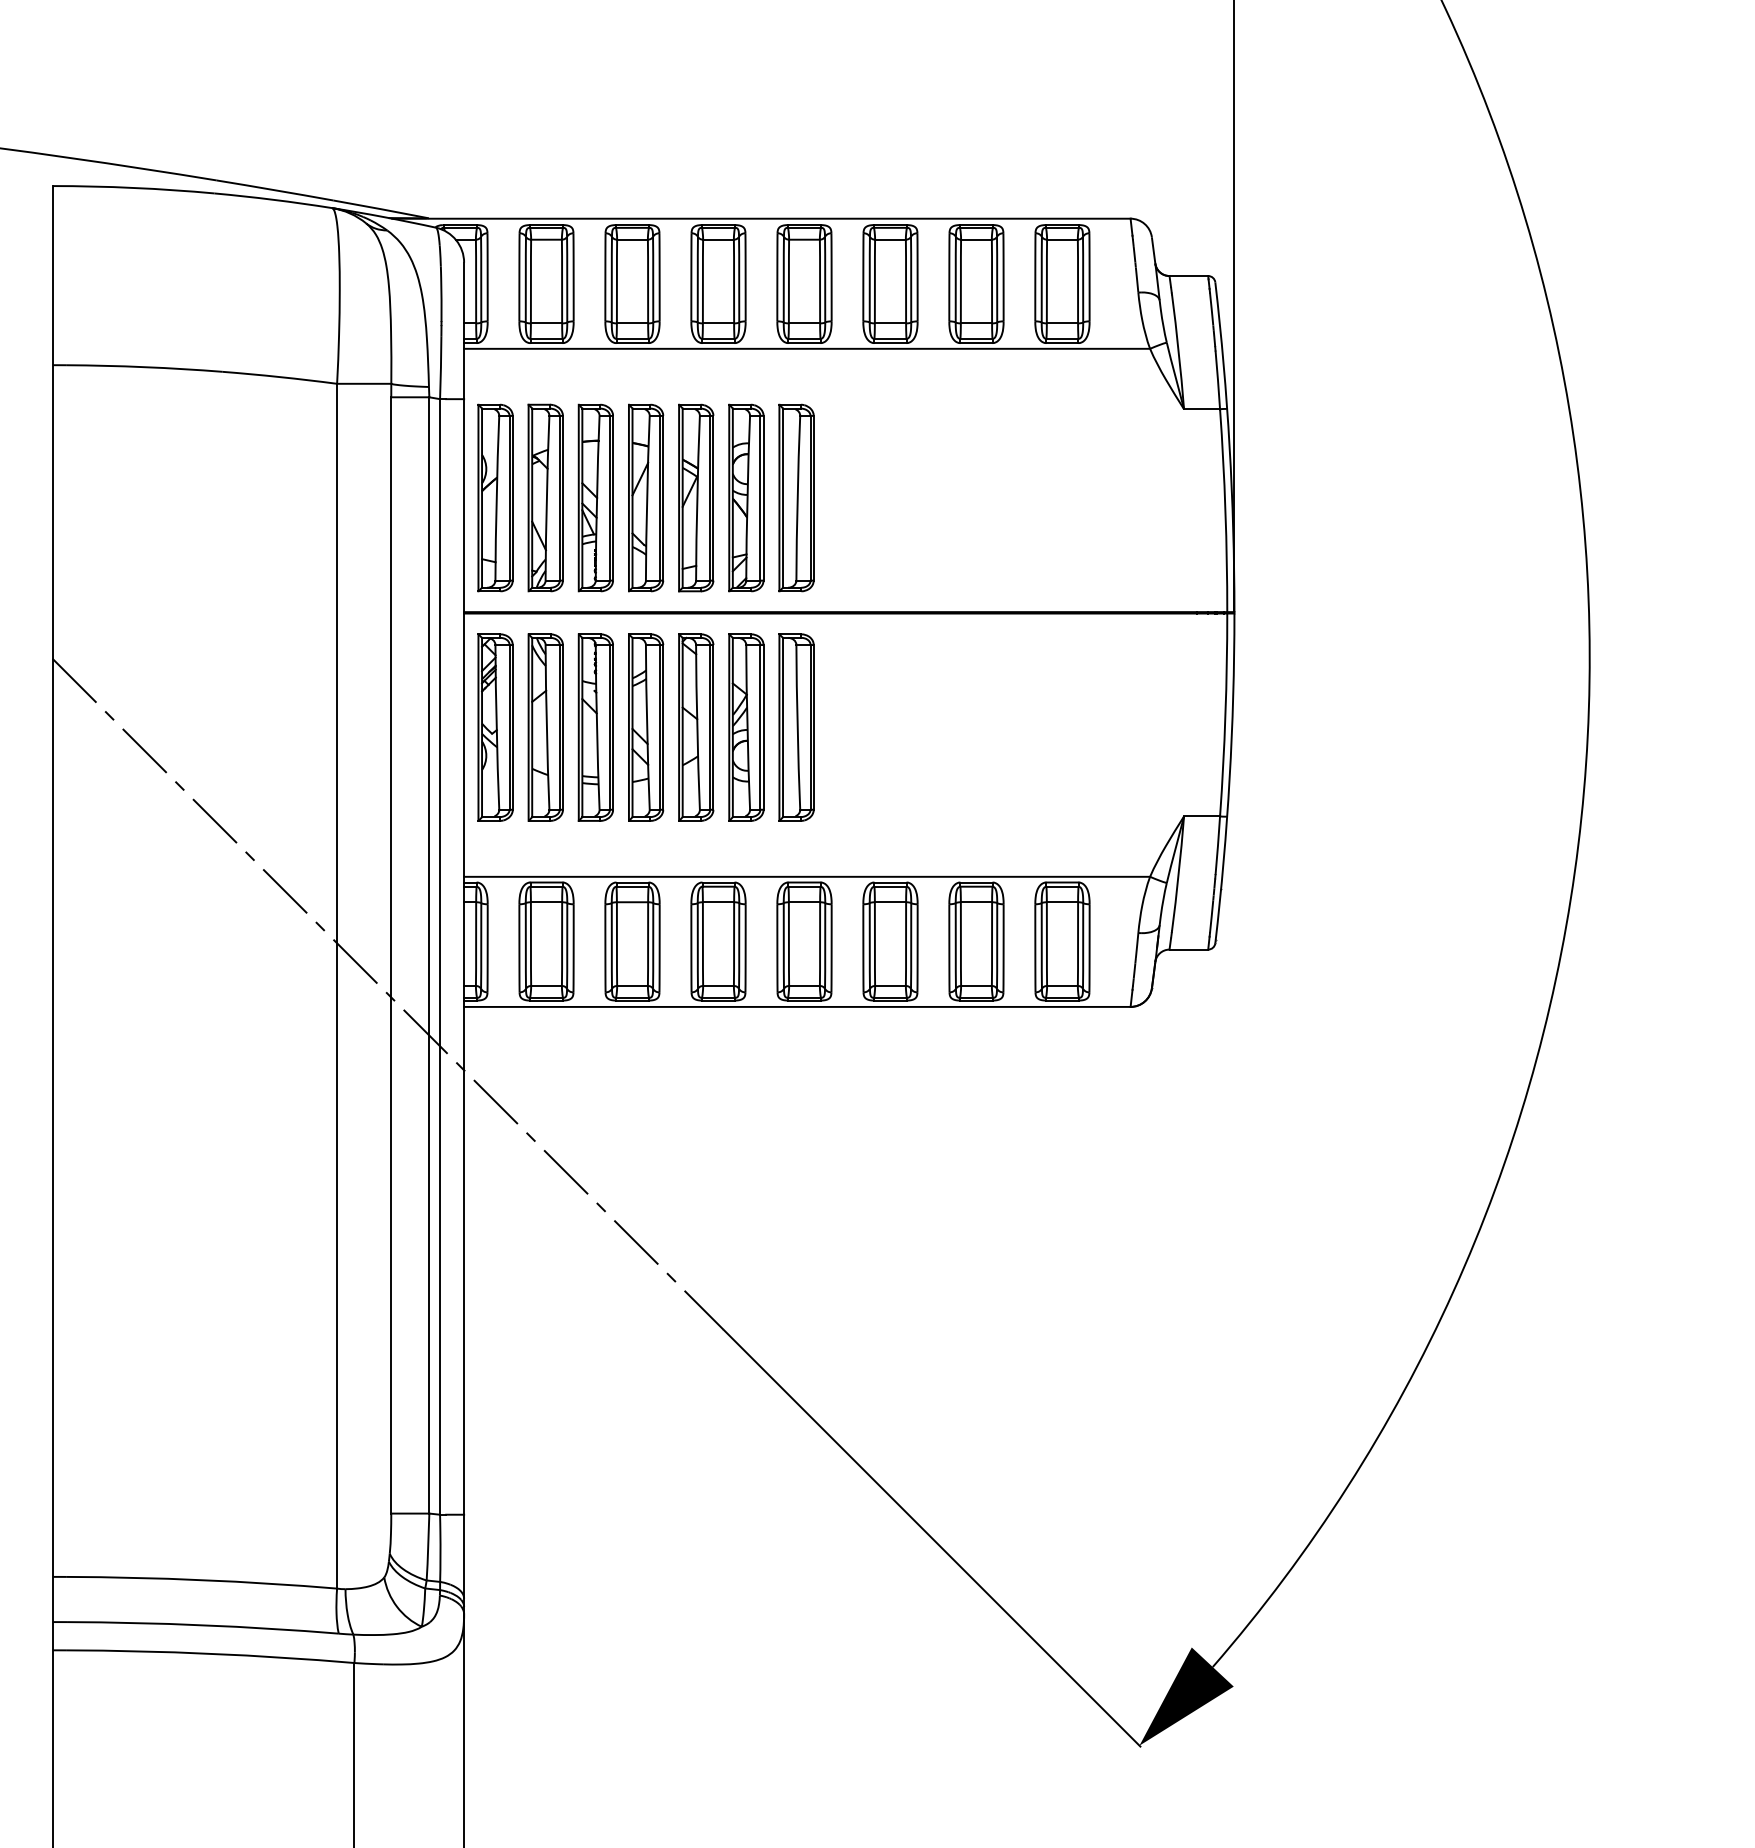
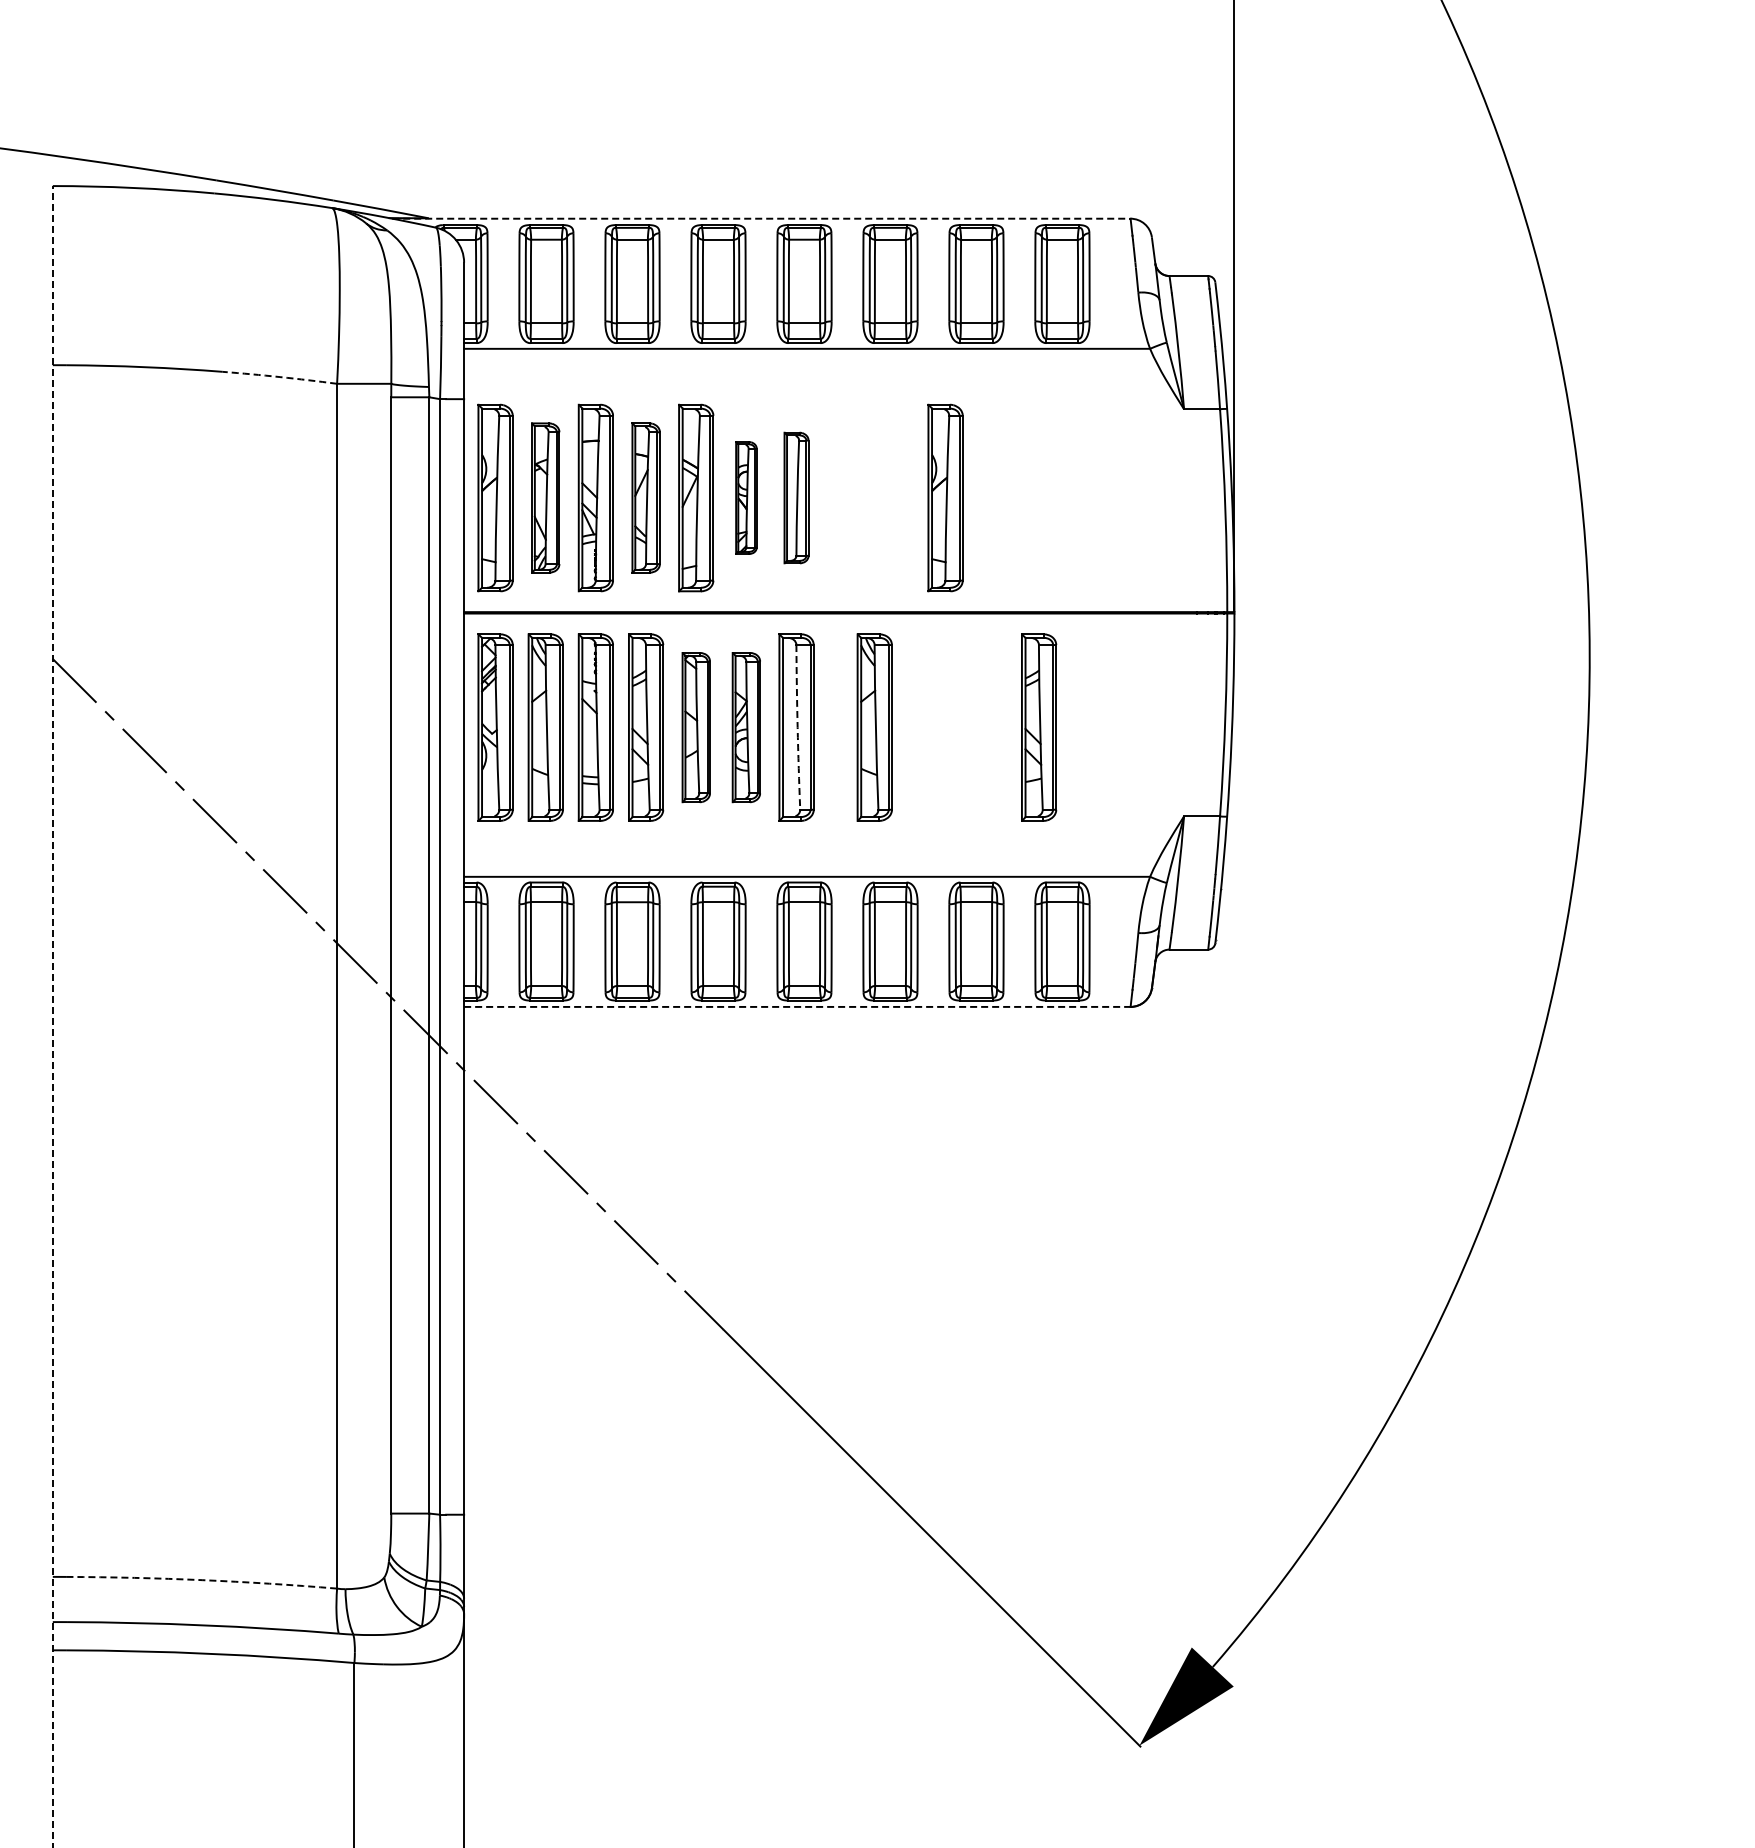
line at (761, 218): solid -> dashed
arc at (280, 377): solid -> dashed
part at (545, 497) size: 37x190 px -> 30x152 px
part at (646, 497) size: 37x190 px -> 30x152 px
part at (746, 497) size: 37x190 px -> 23x114 px
part at (796, 497) size: 37x190 px -> 27x134 px
part at (945, 497): none -> present
part at (696, 727) size: 37x189 px -> 30x152 px
part at (746, 727) size: 37x189 px -> 30x152 px
arc at (797, 727): solid -> dashed
part at (874, 727): none -> present
part at (1039, 727): none -> present
line at (797, 1006): solid -> dashed
line at (52, 1016): solid -> dashed
arc at (202, 1580): solid -> dashed
